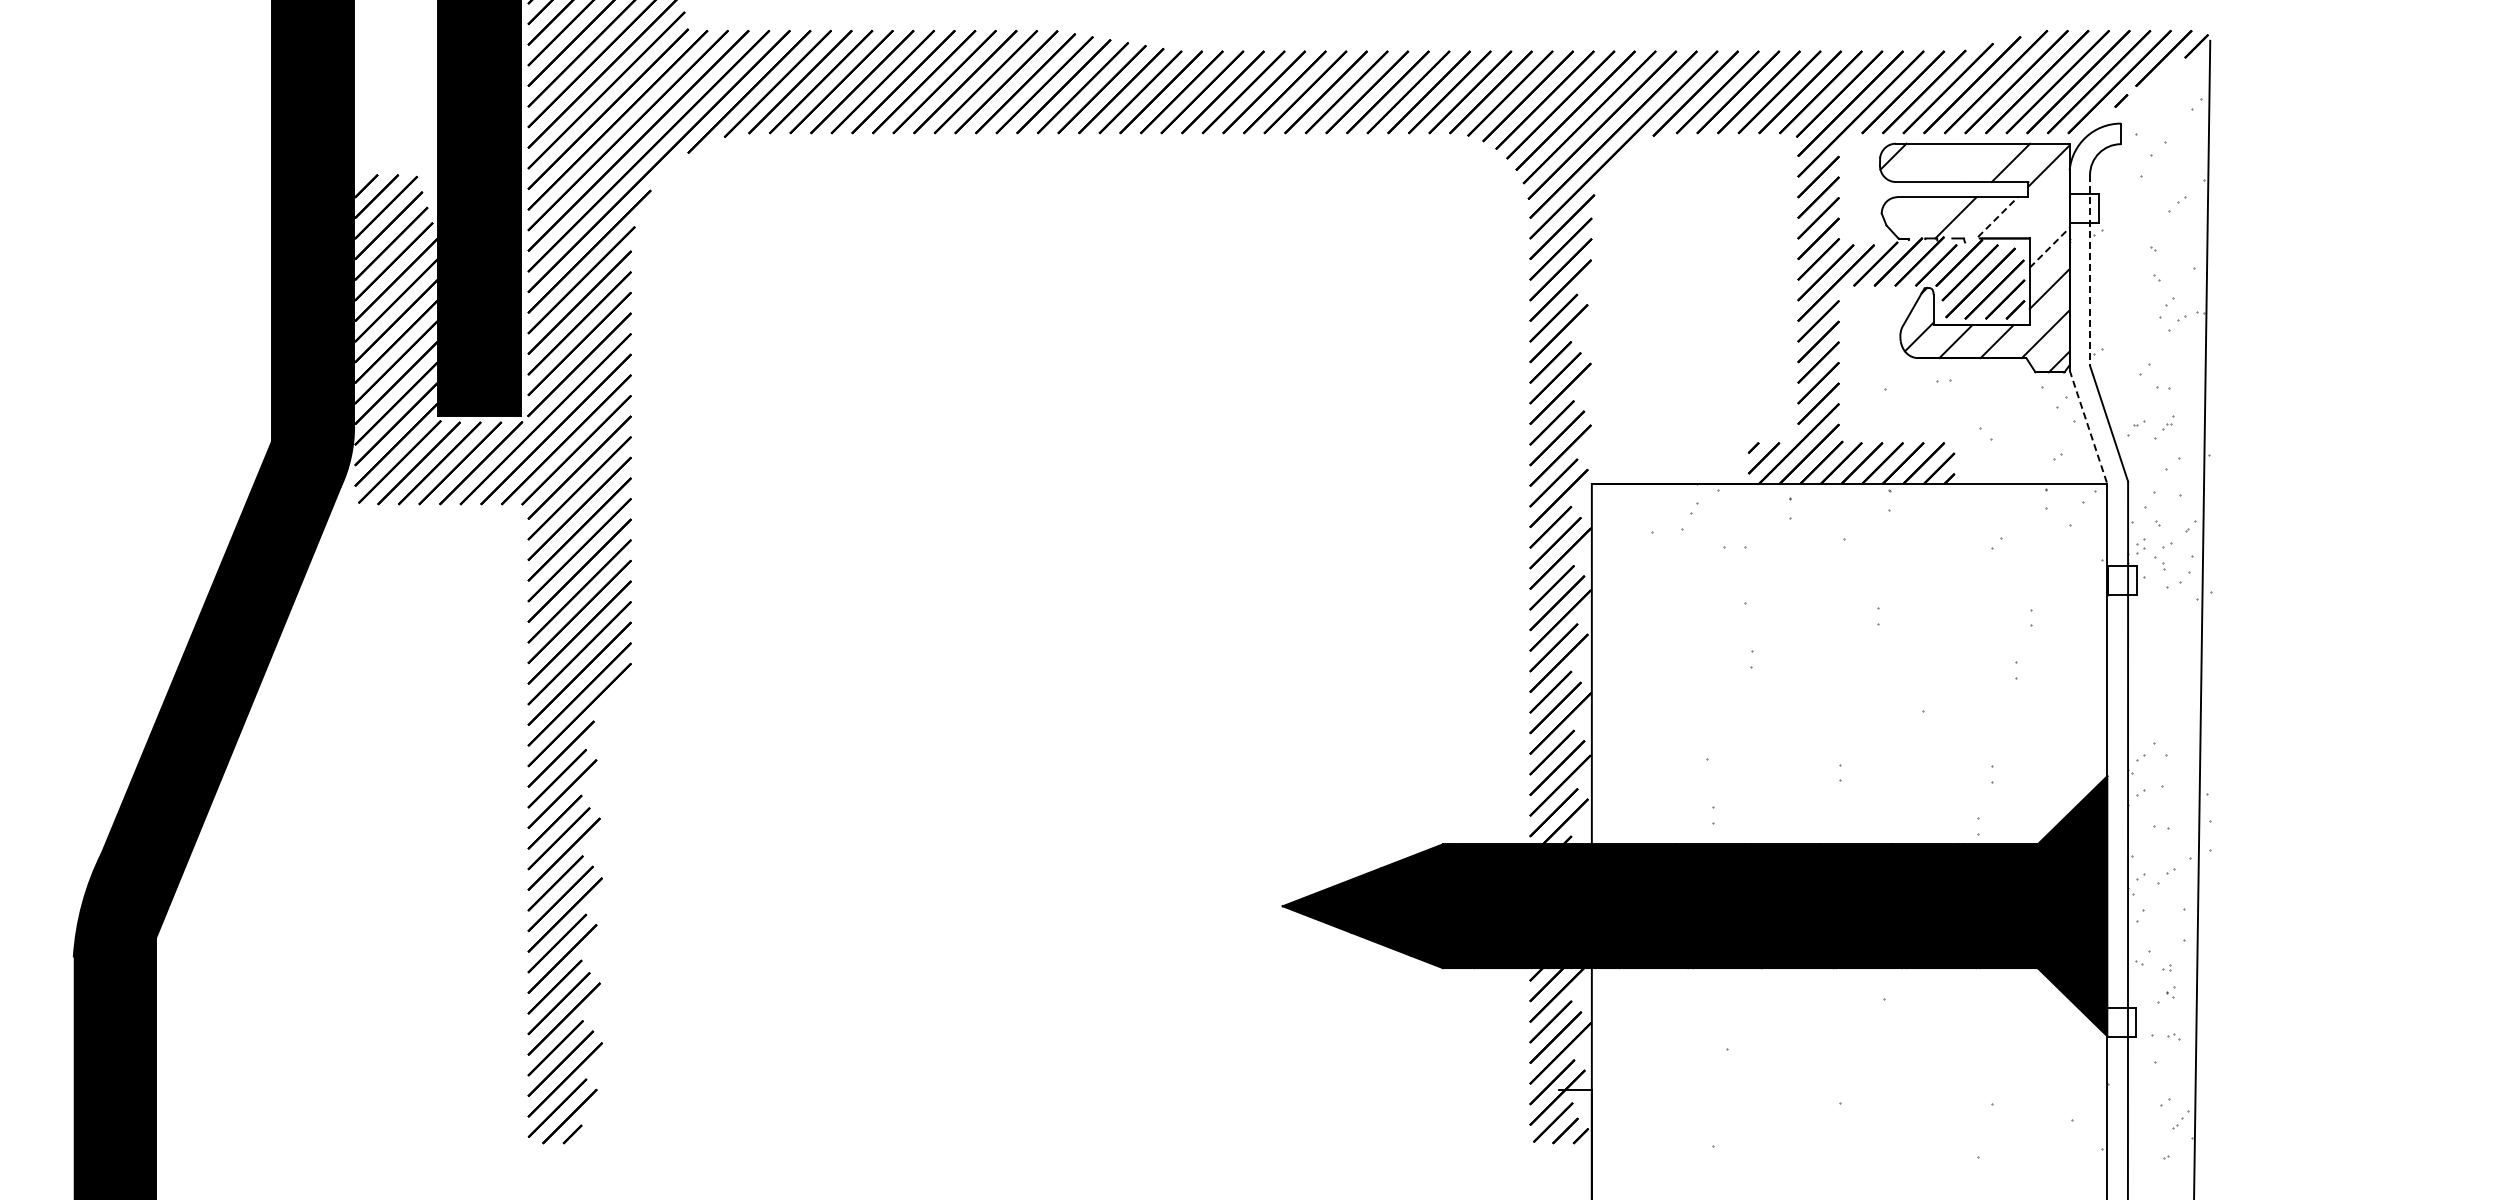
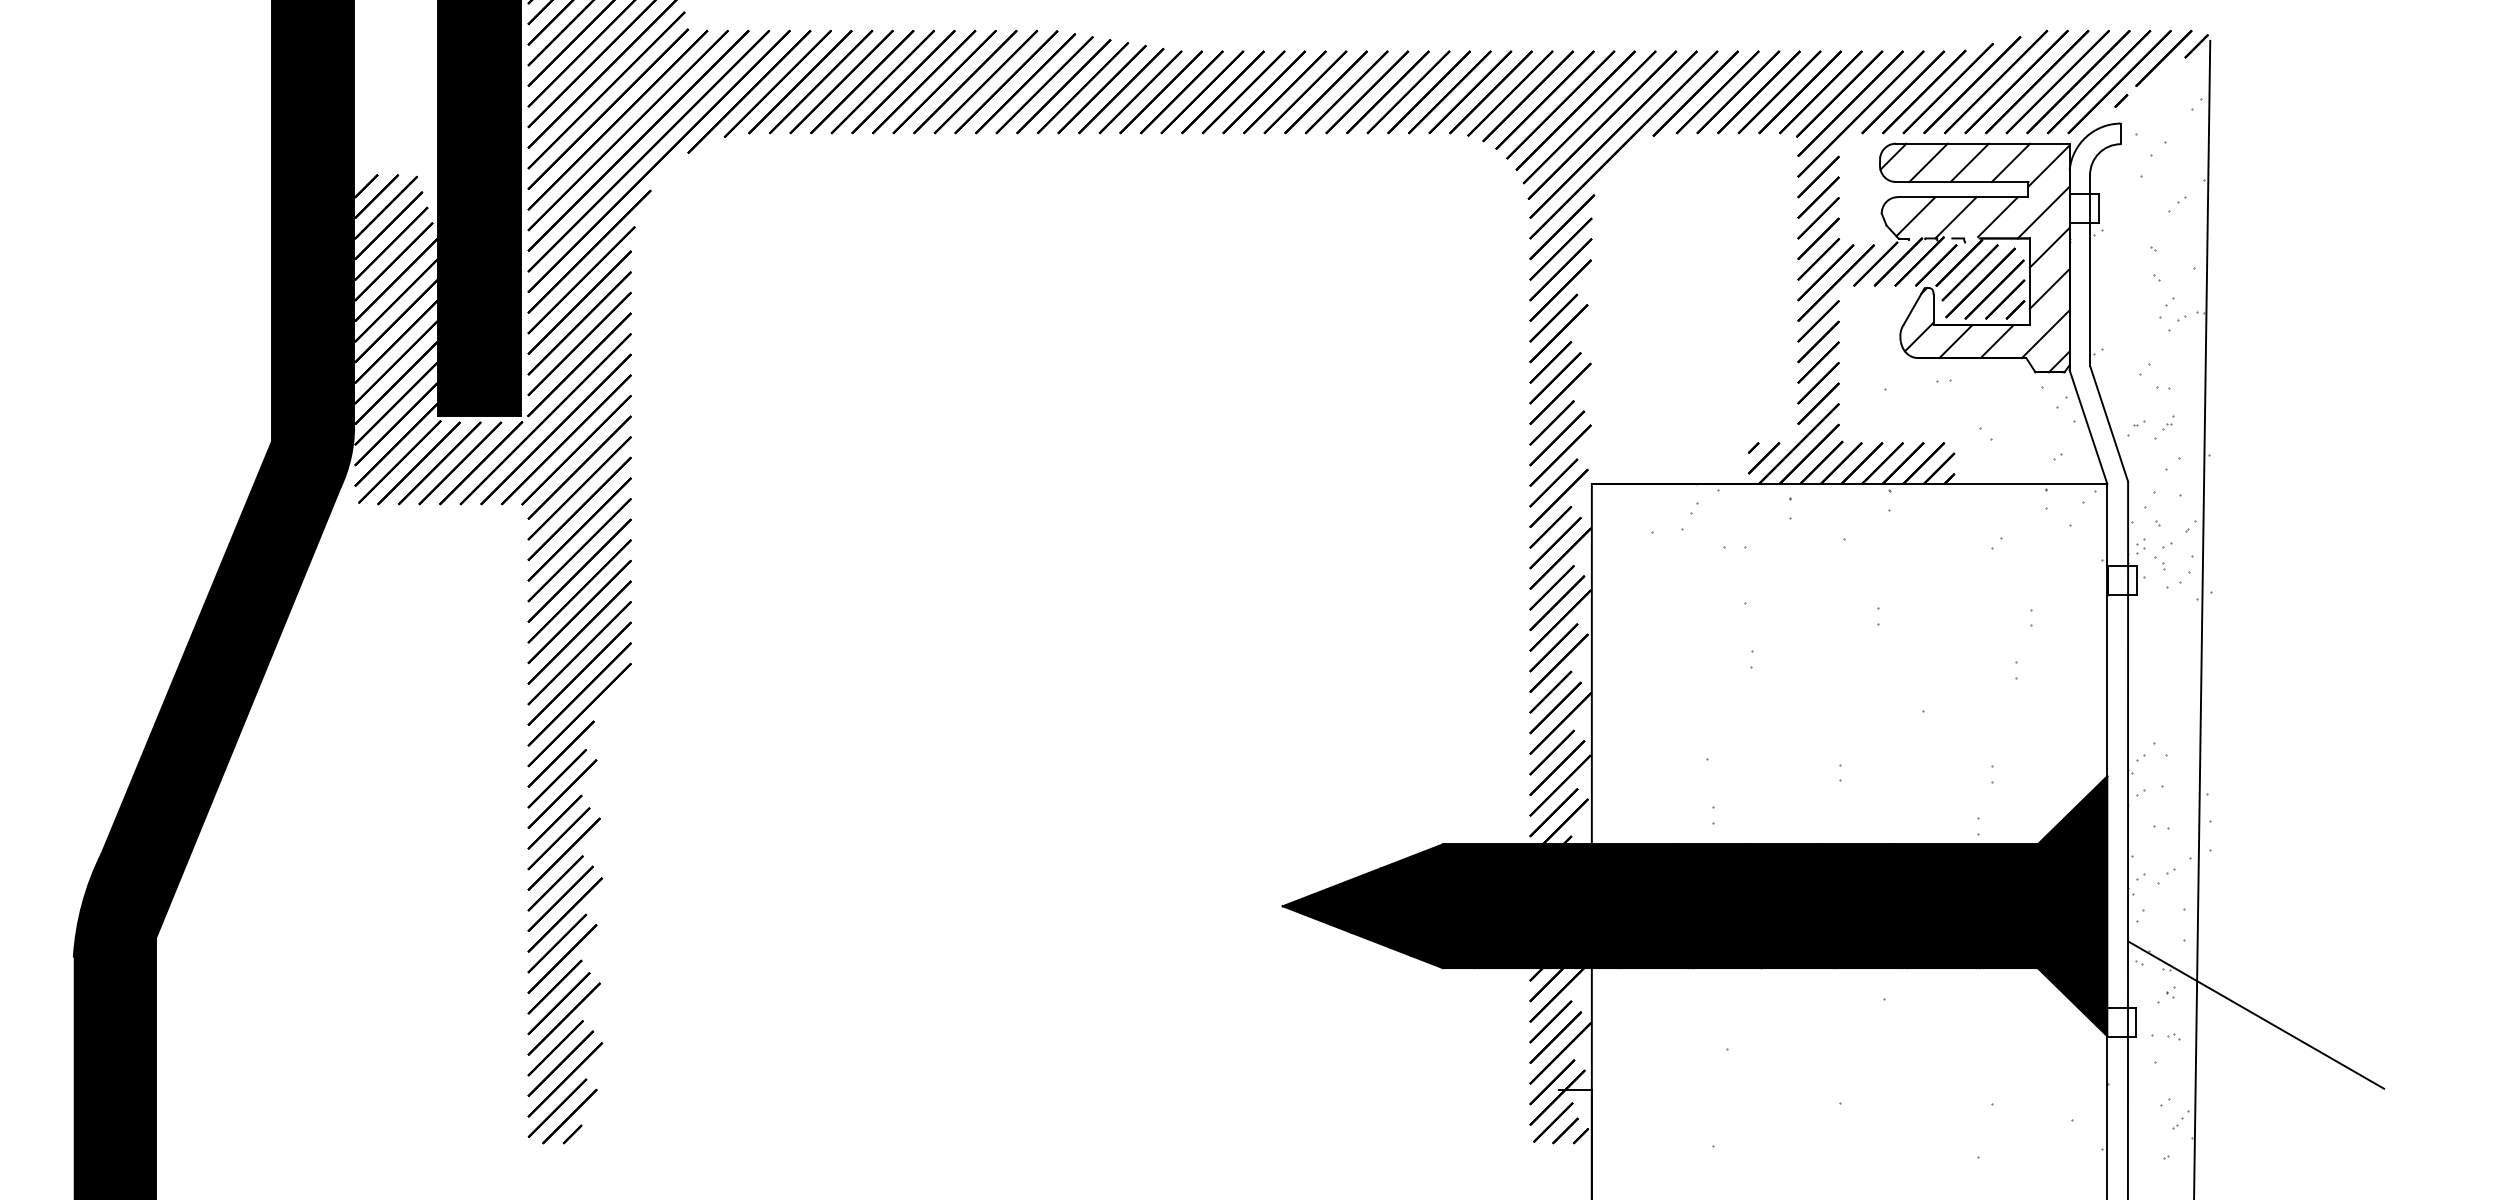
line at (1928, 162): none -> present
line at (1969, 162): none -> present
line at (2043, 212): none -> present
line at (1915, 216): none -> present
line at (1998, 216): dashed -> solid
line at (2050, 247): dashed -> solid
line at (2090, 270): dashed -> solid
line at (2088, 427): dashed -> solid
line at (2256, 1014): none -> present
